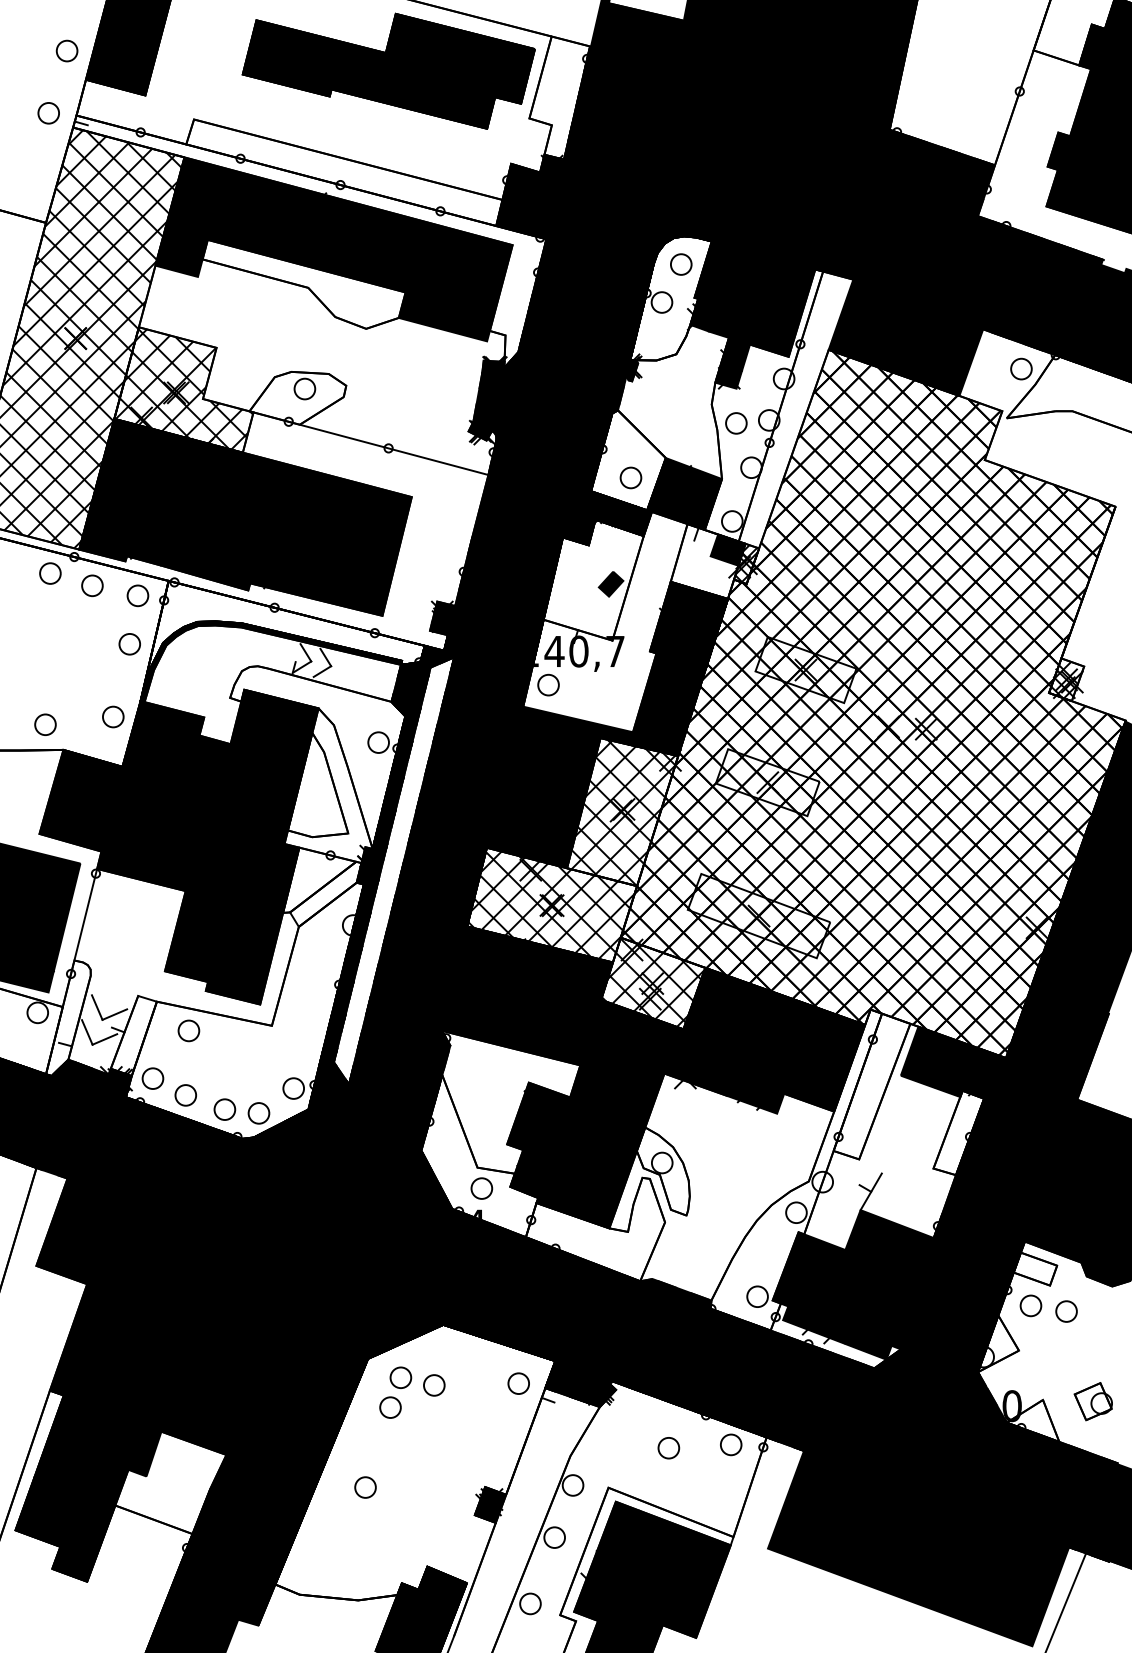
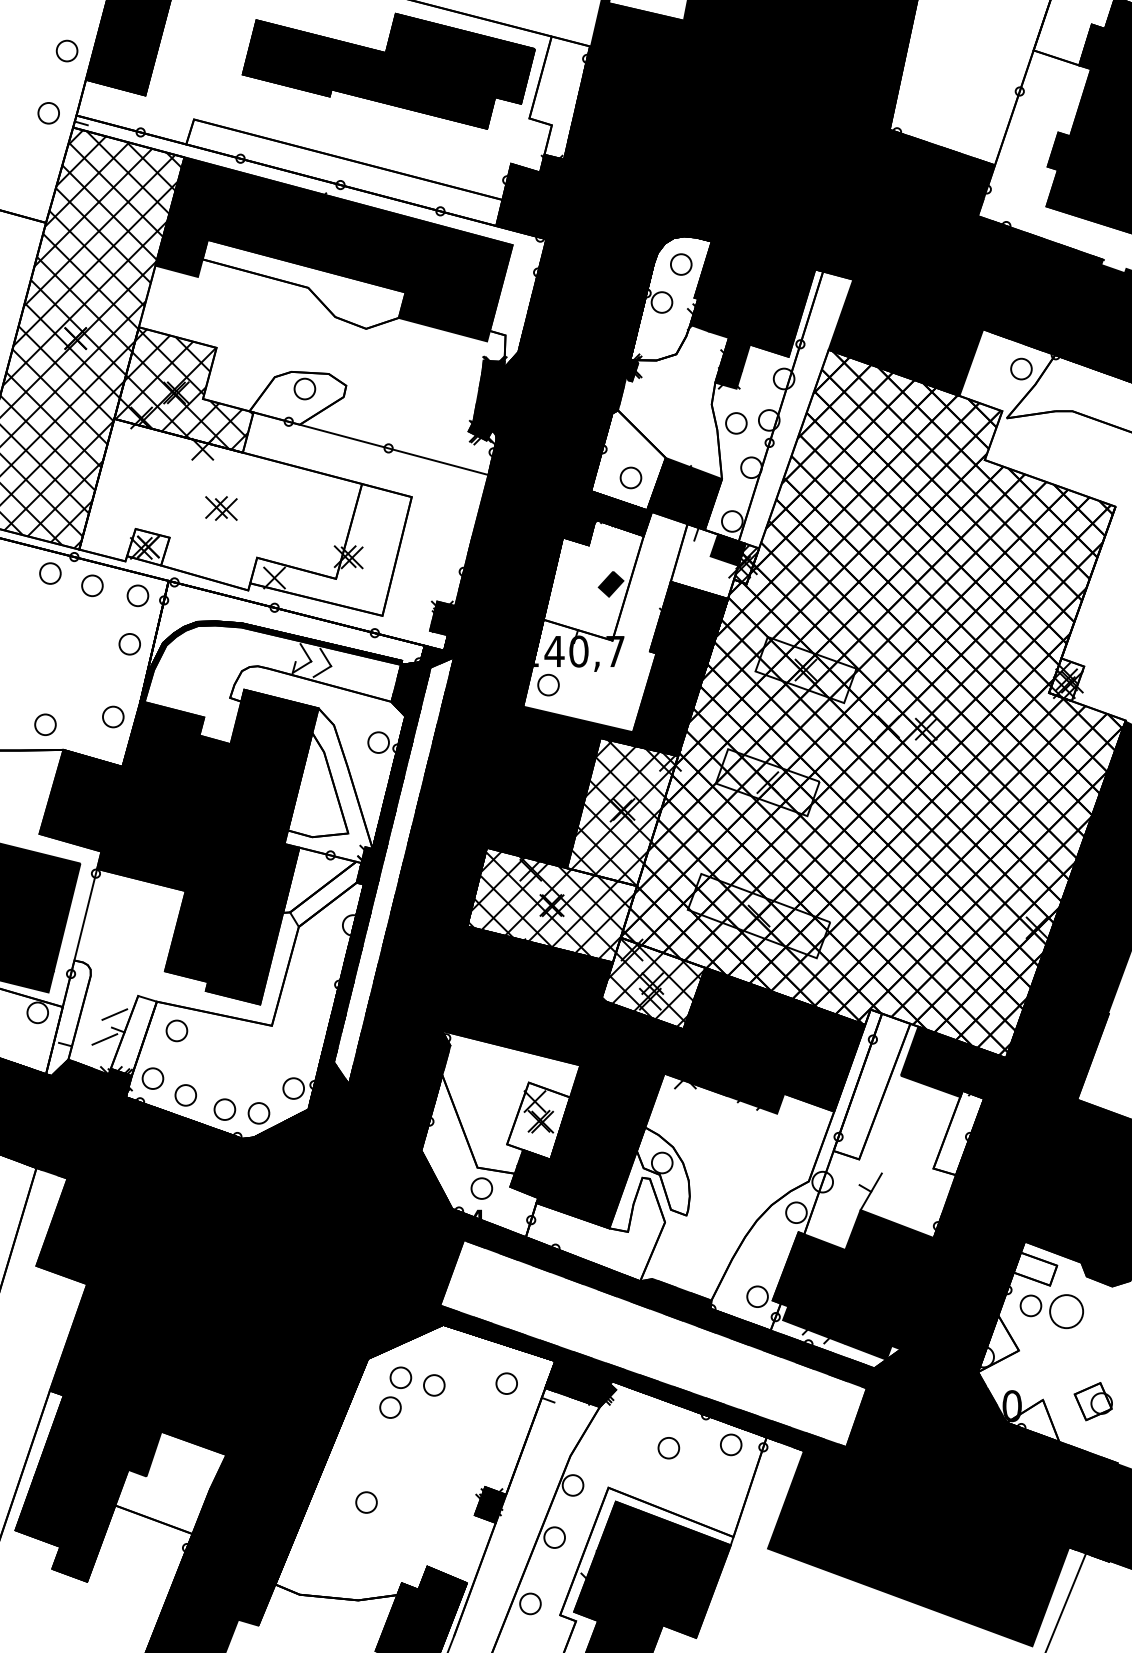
fill at (245, 516): present -> none
line at (96, 1007): present -> none
circle at (188, 1030) position: (188, 1030) -> (176, 1030)
line at (87, 1032): present -> none
fill at (538, 1120): present -> none
circle at (1066, 1311) size: 23x23 px -> 35x36 px
fill at (653, 1343): present -> none
circle at (518, 1383) position: (518, 1383) -> (506, 1383)
circle at (365, 1487) position: (365, 1487) -> (366, 1502)
